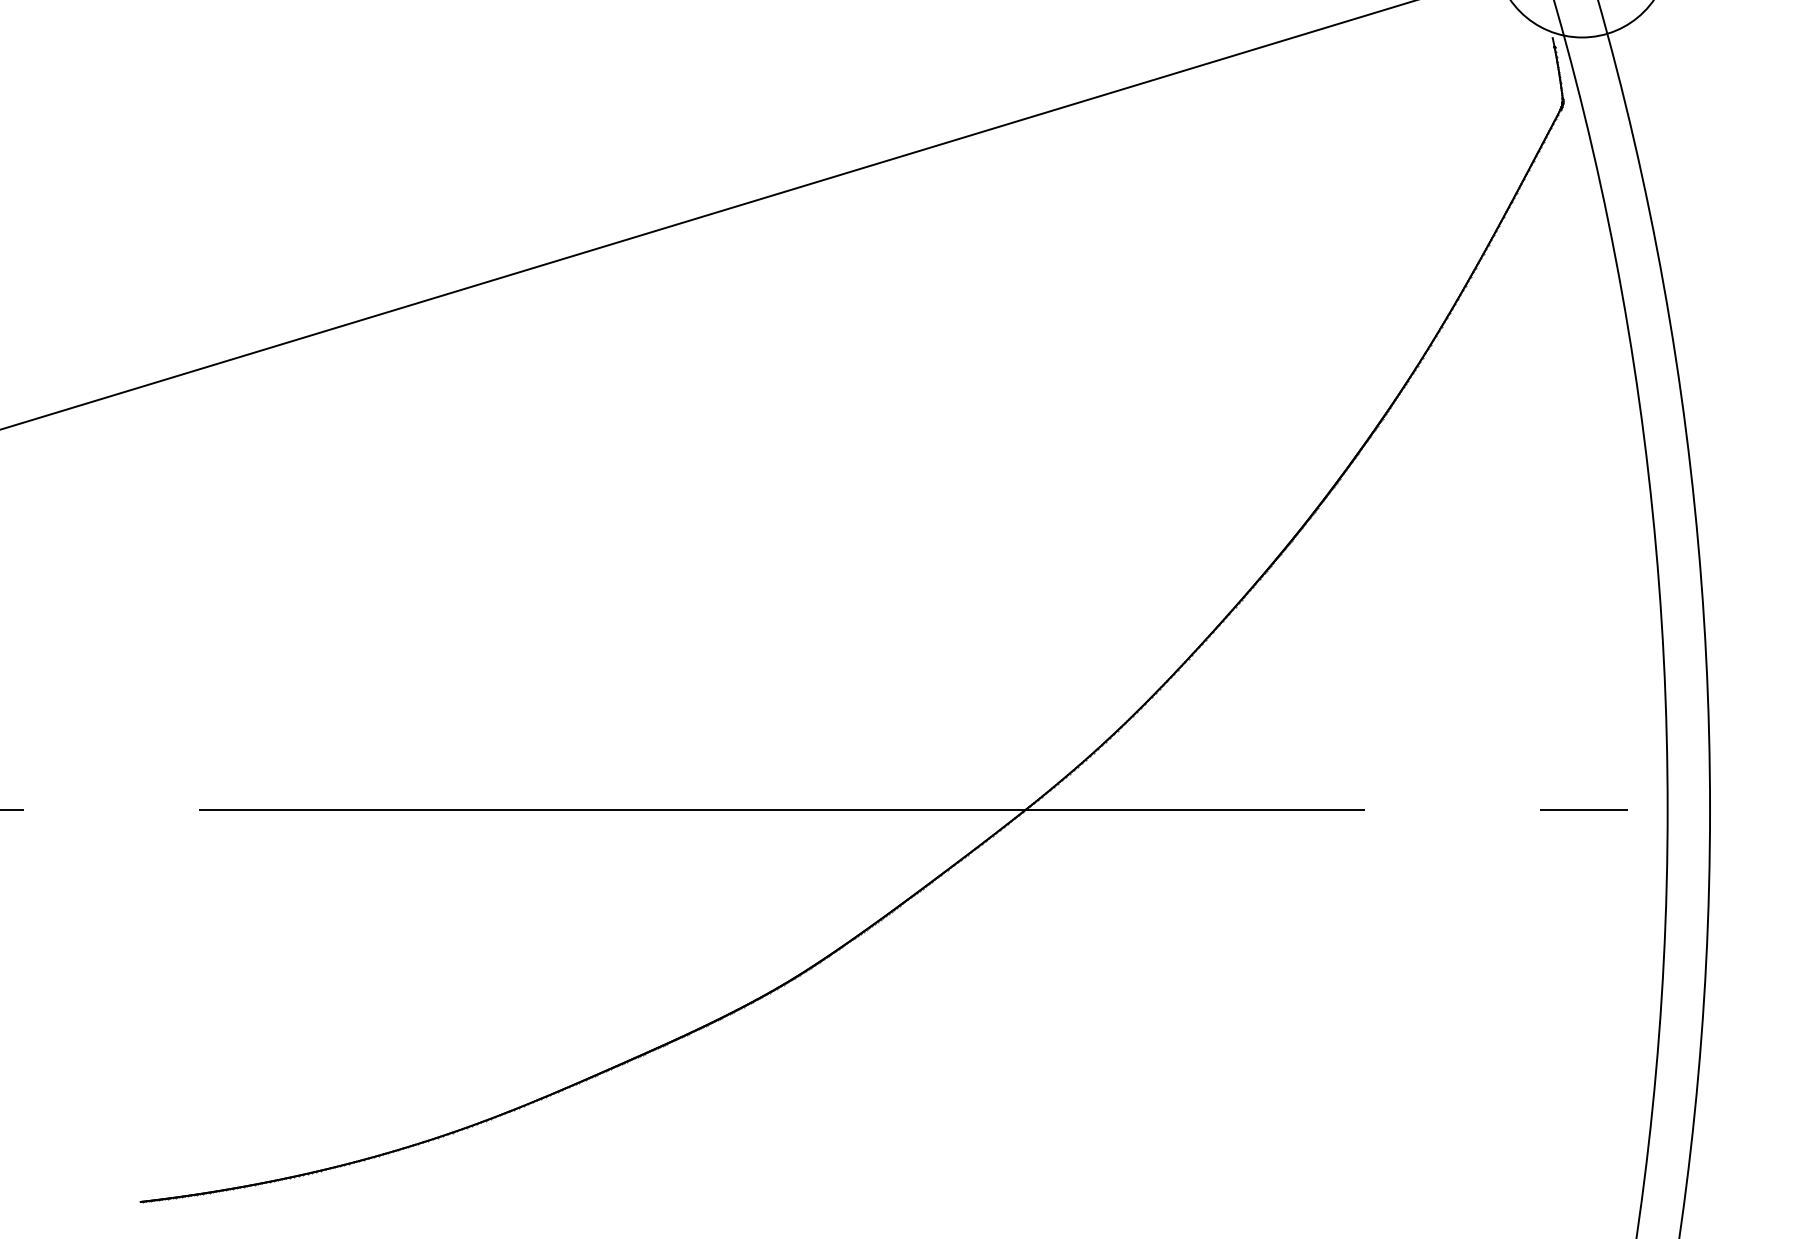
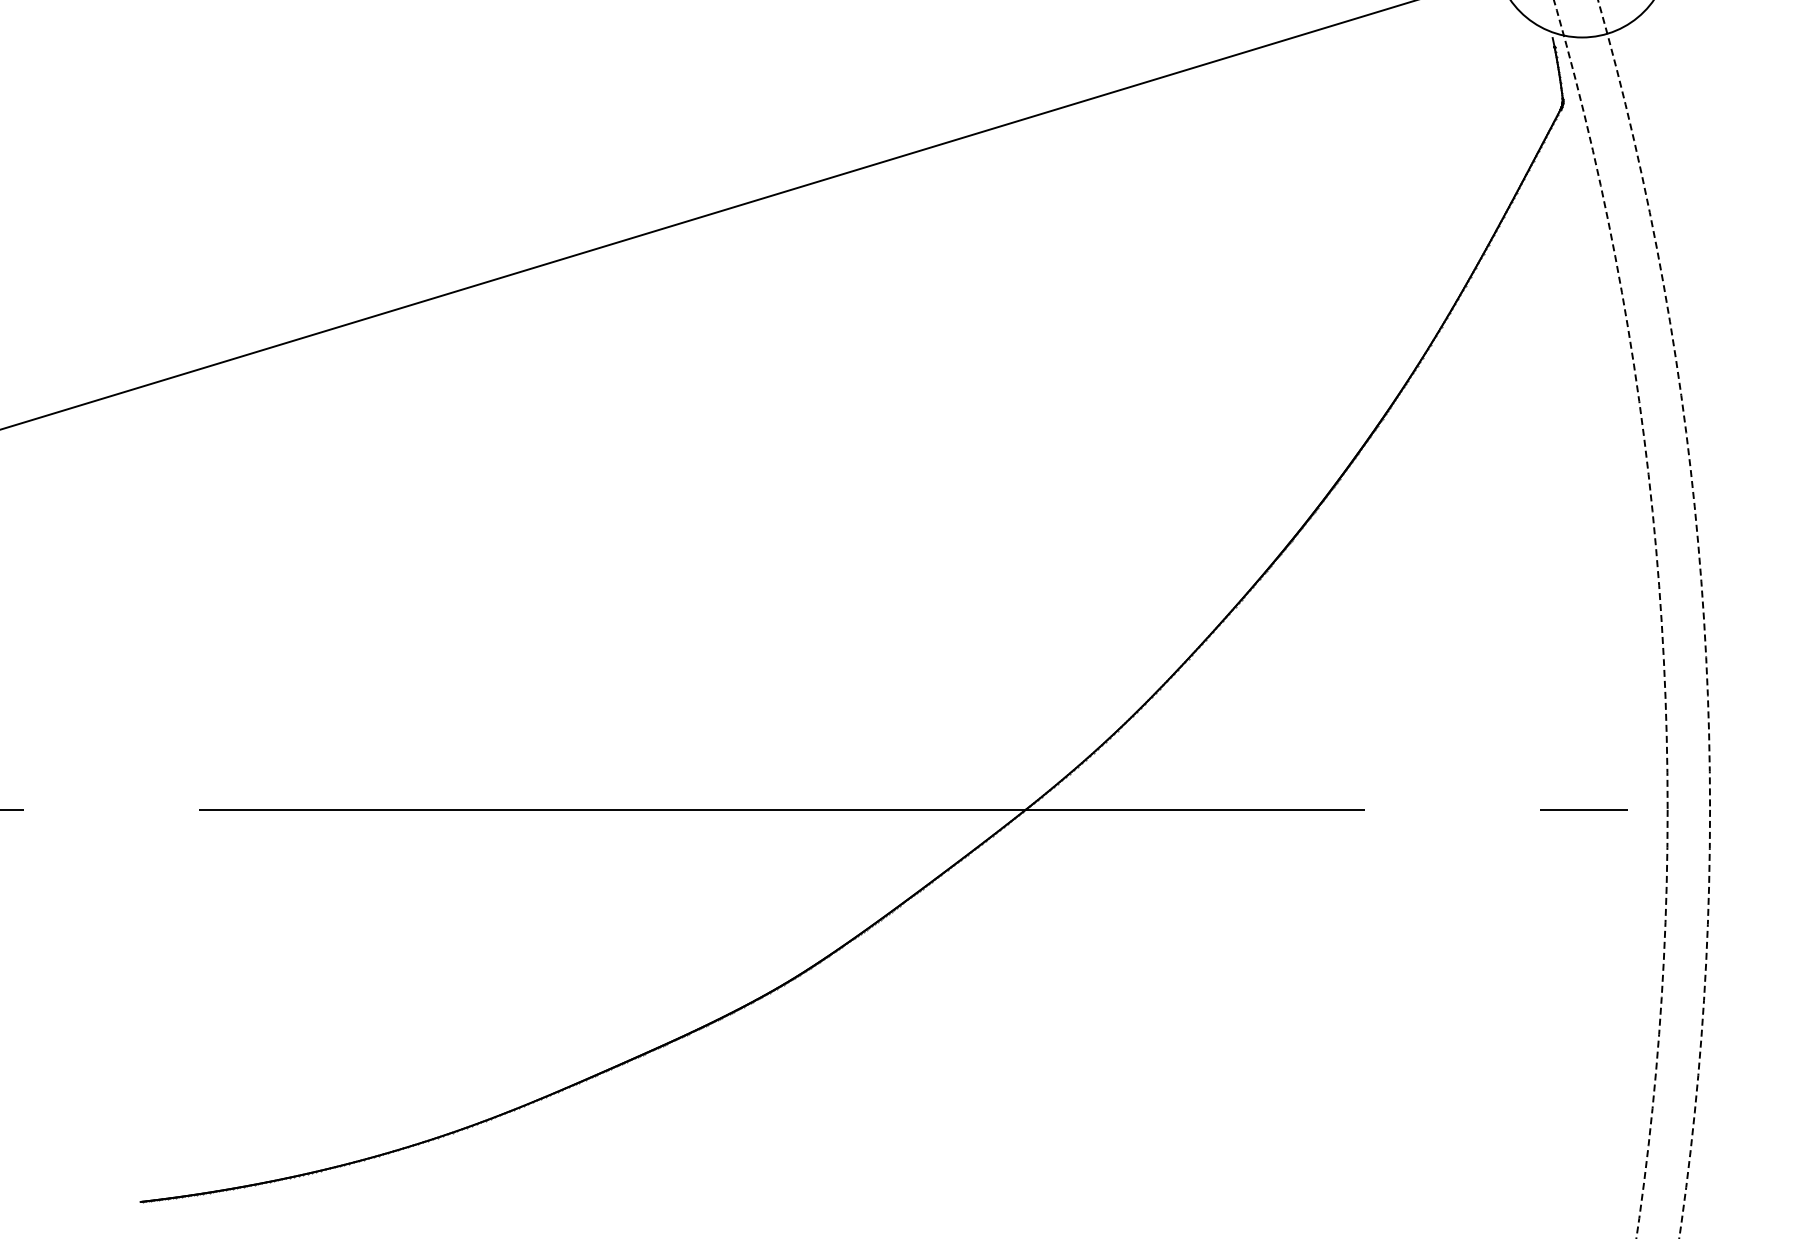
circle at (1610, 619): solid -> dashed
circle at (1654, 619): solid -> dashed
